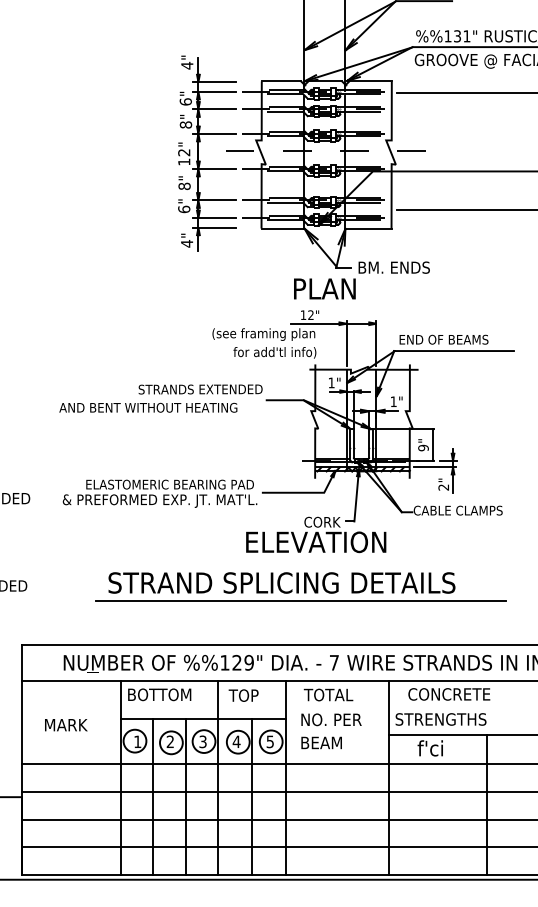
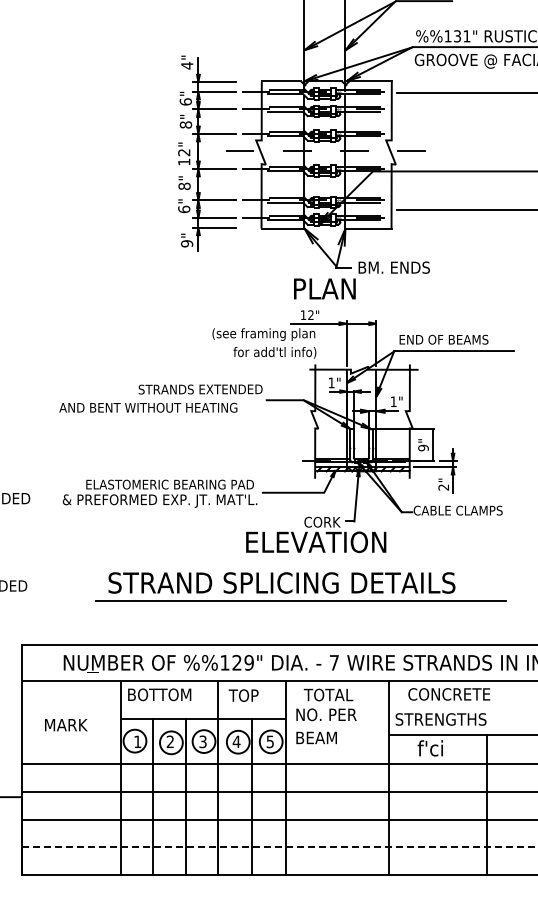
text at (187, 243): 4" -> 9"
text at (331, 731) position: (331, 731) -> (326, 726)
line at (279, 847): solid -> dashed
line at (268, 879): present -> none
